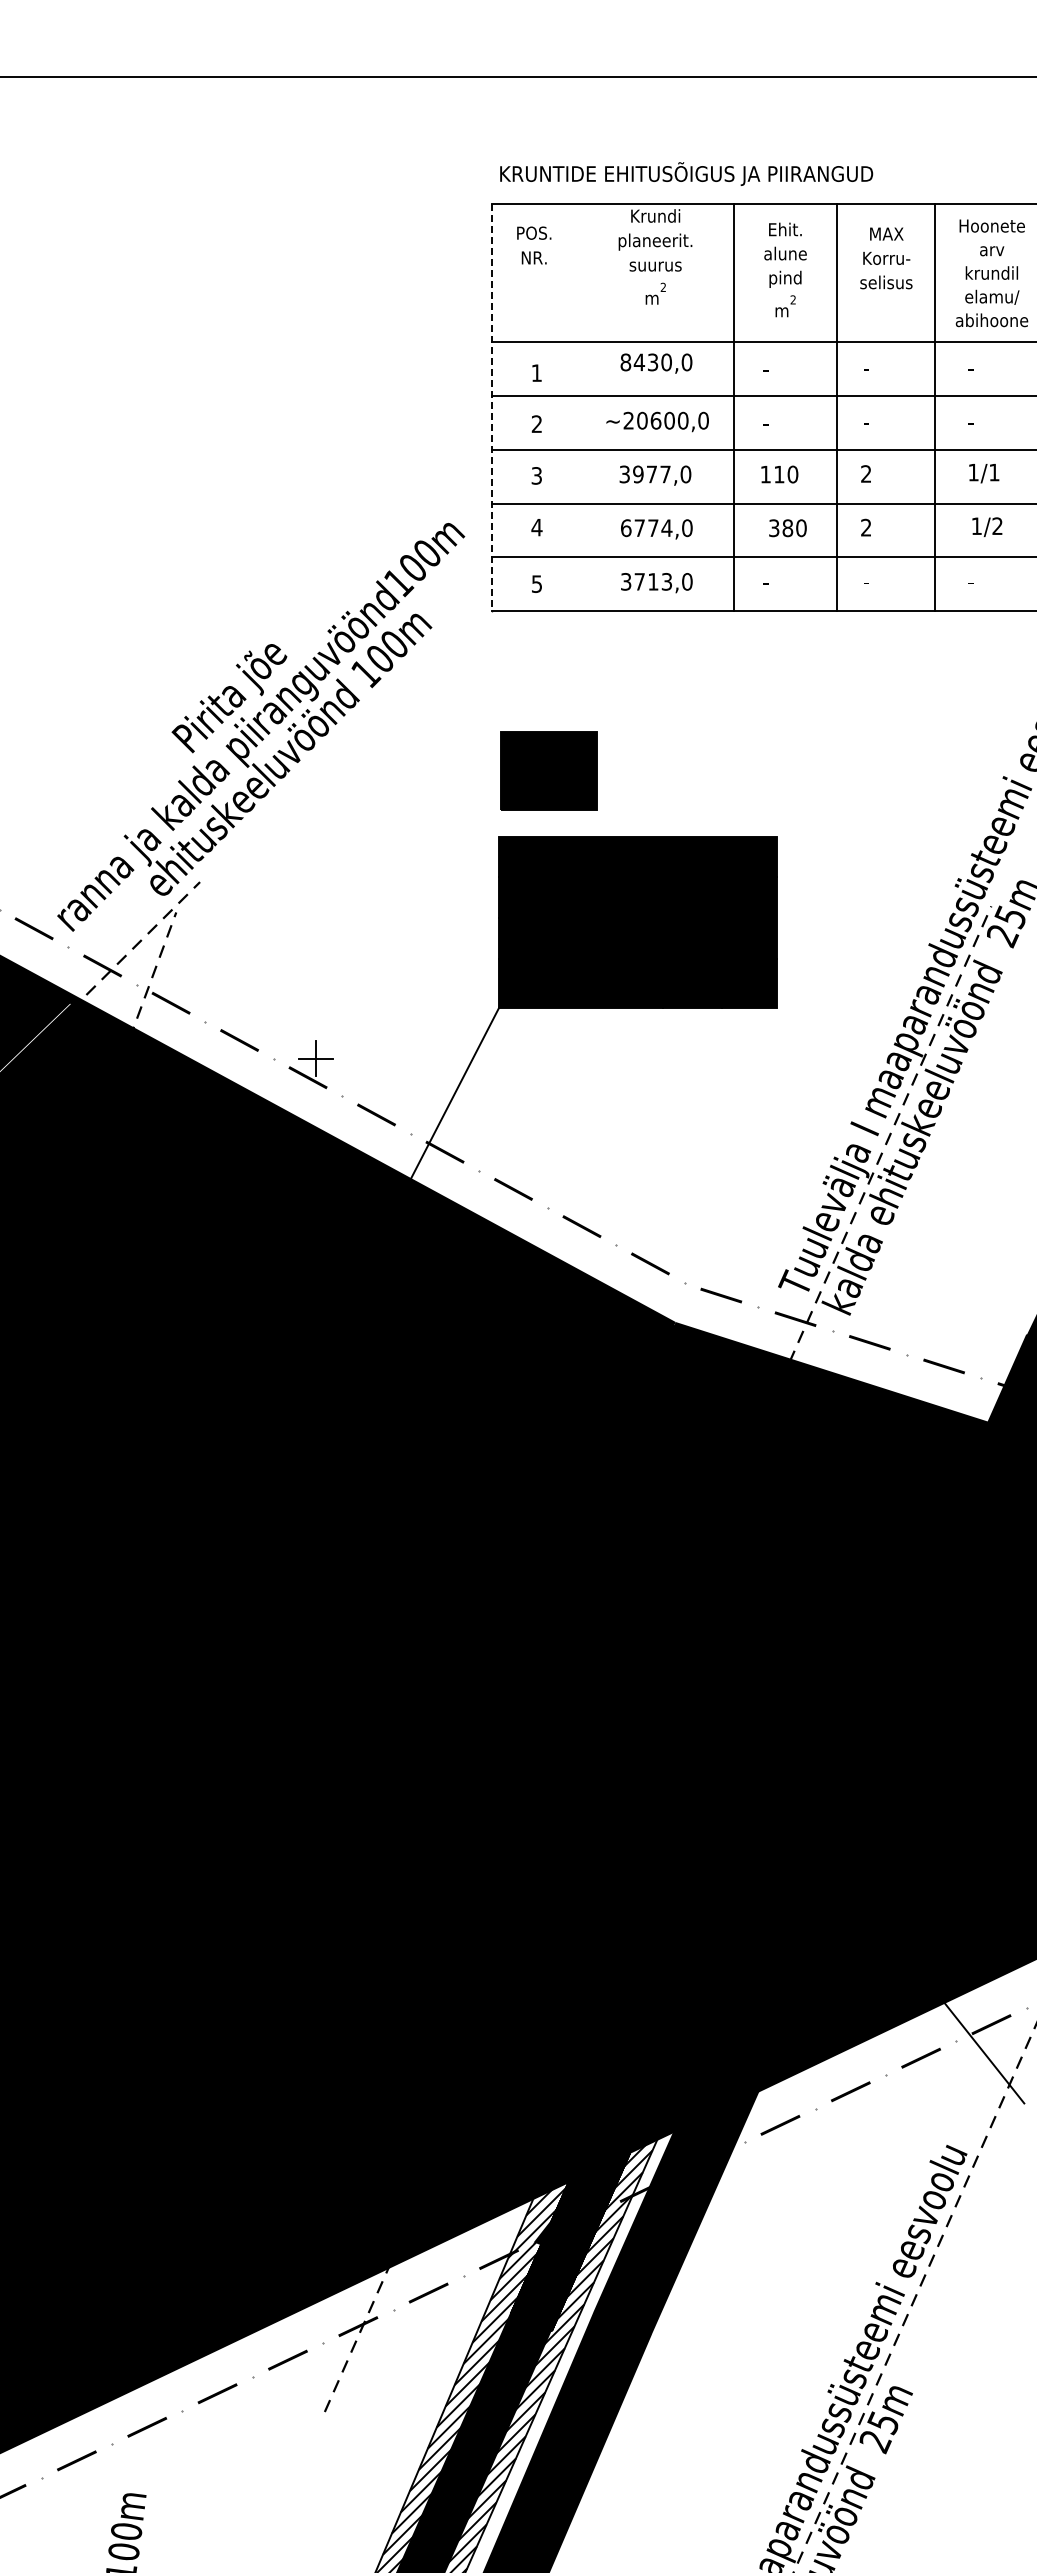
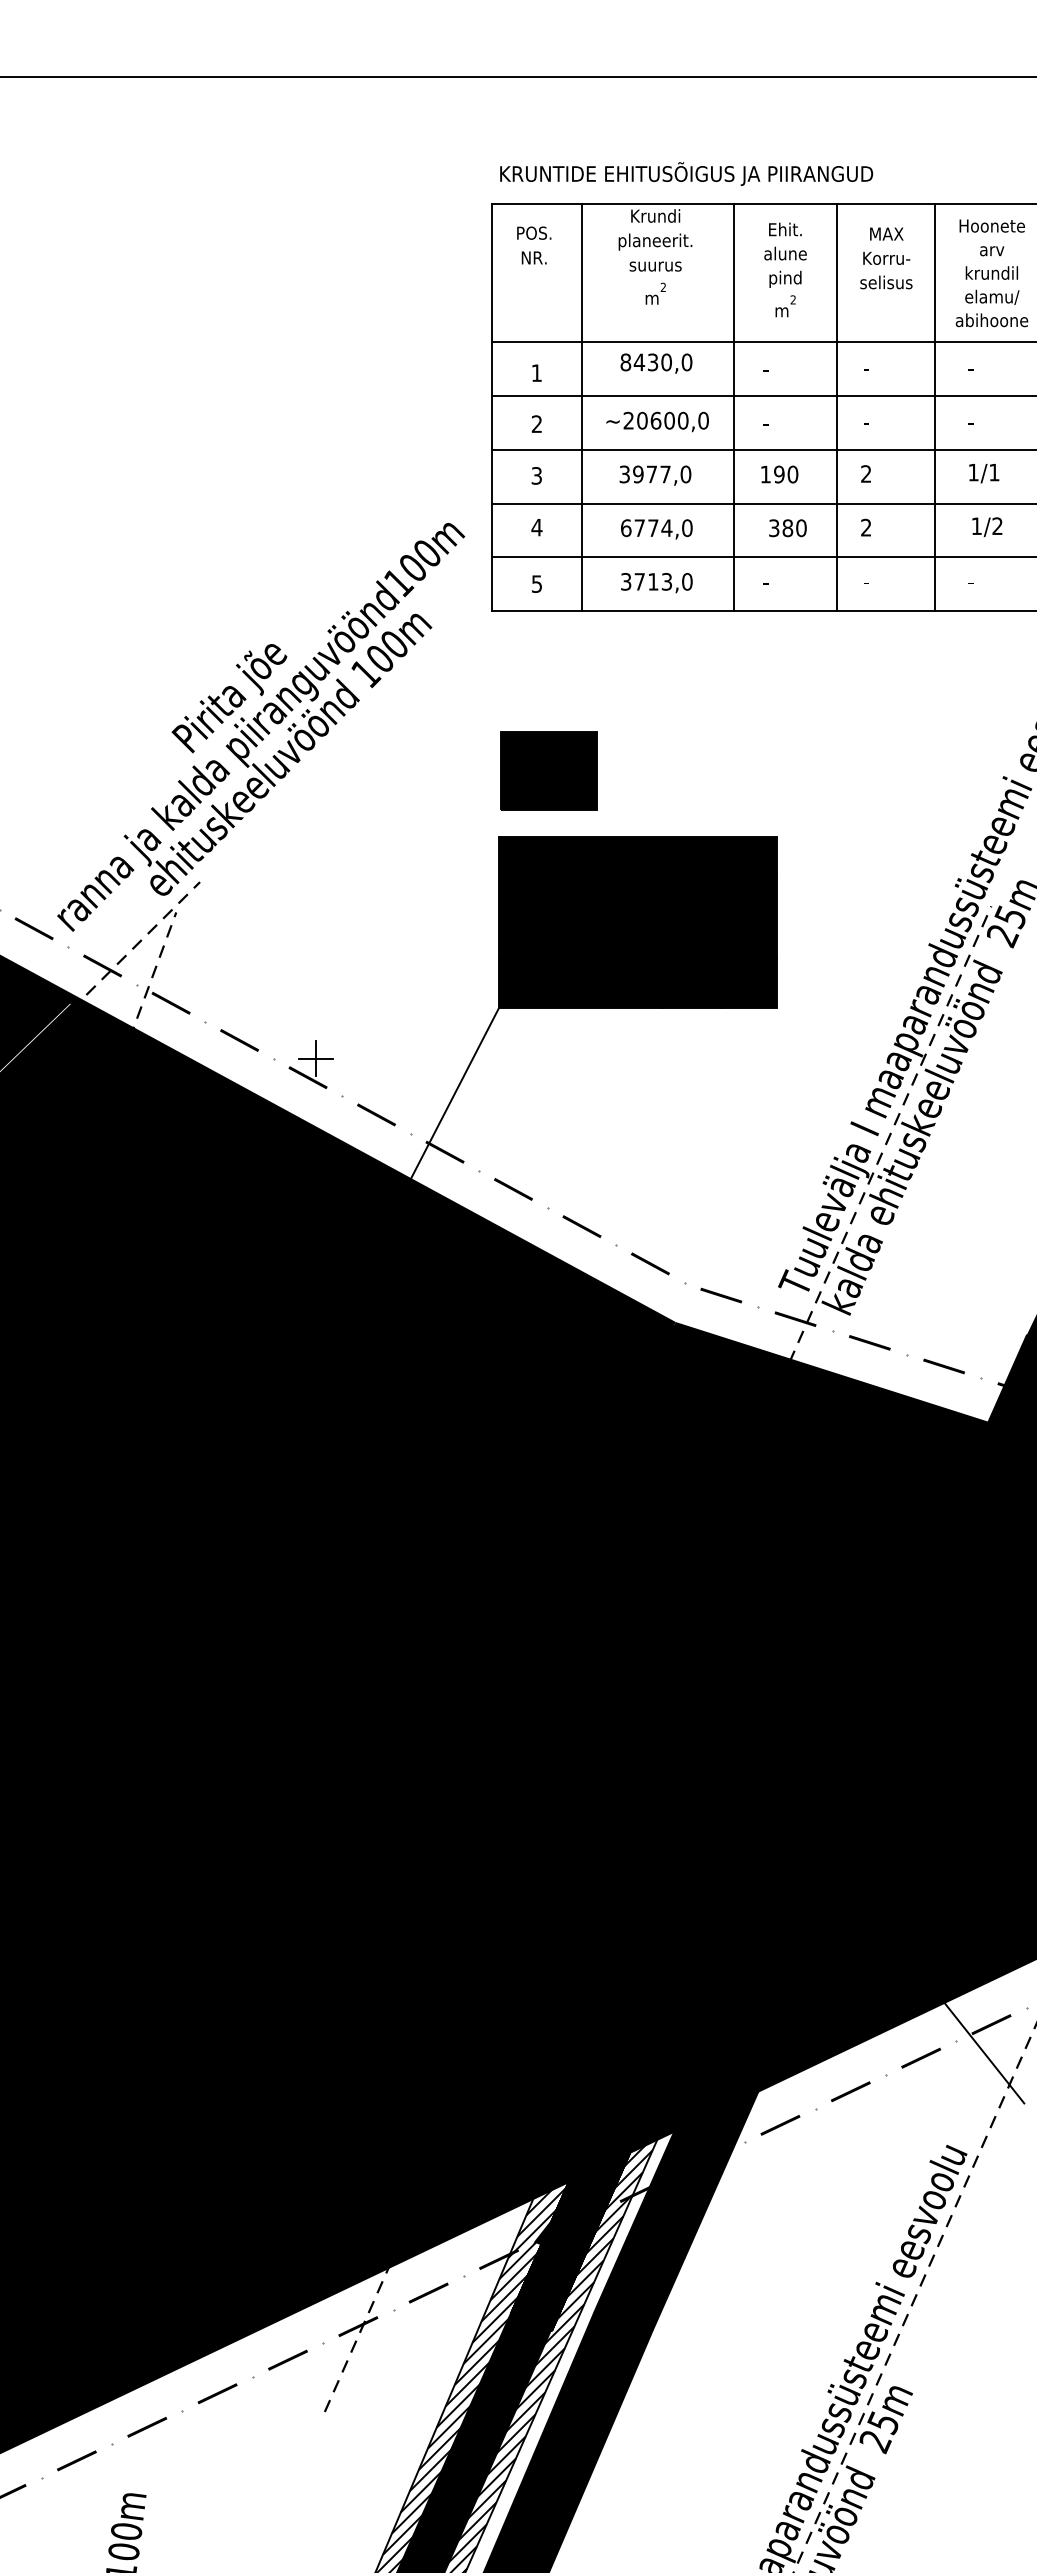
line at (581, 406): none -> present
line at (492, 407): dashed -> solid
text at (779, 474): 110 -> 190
